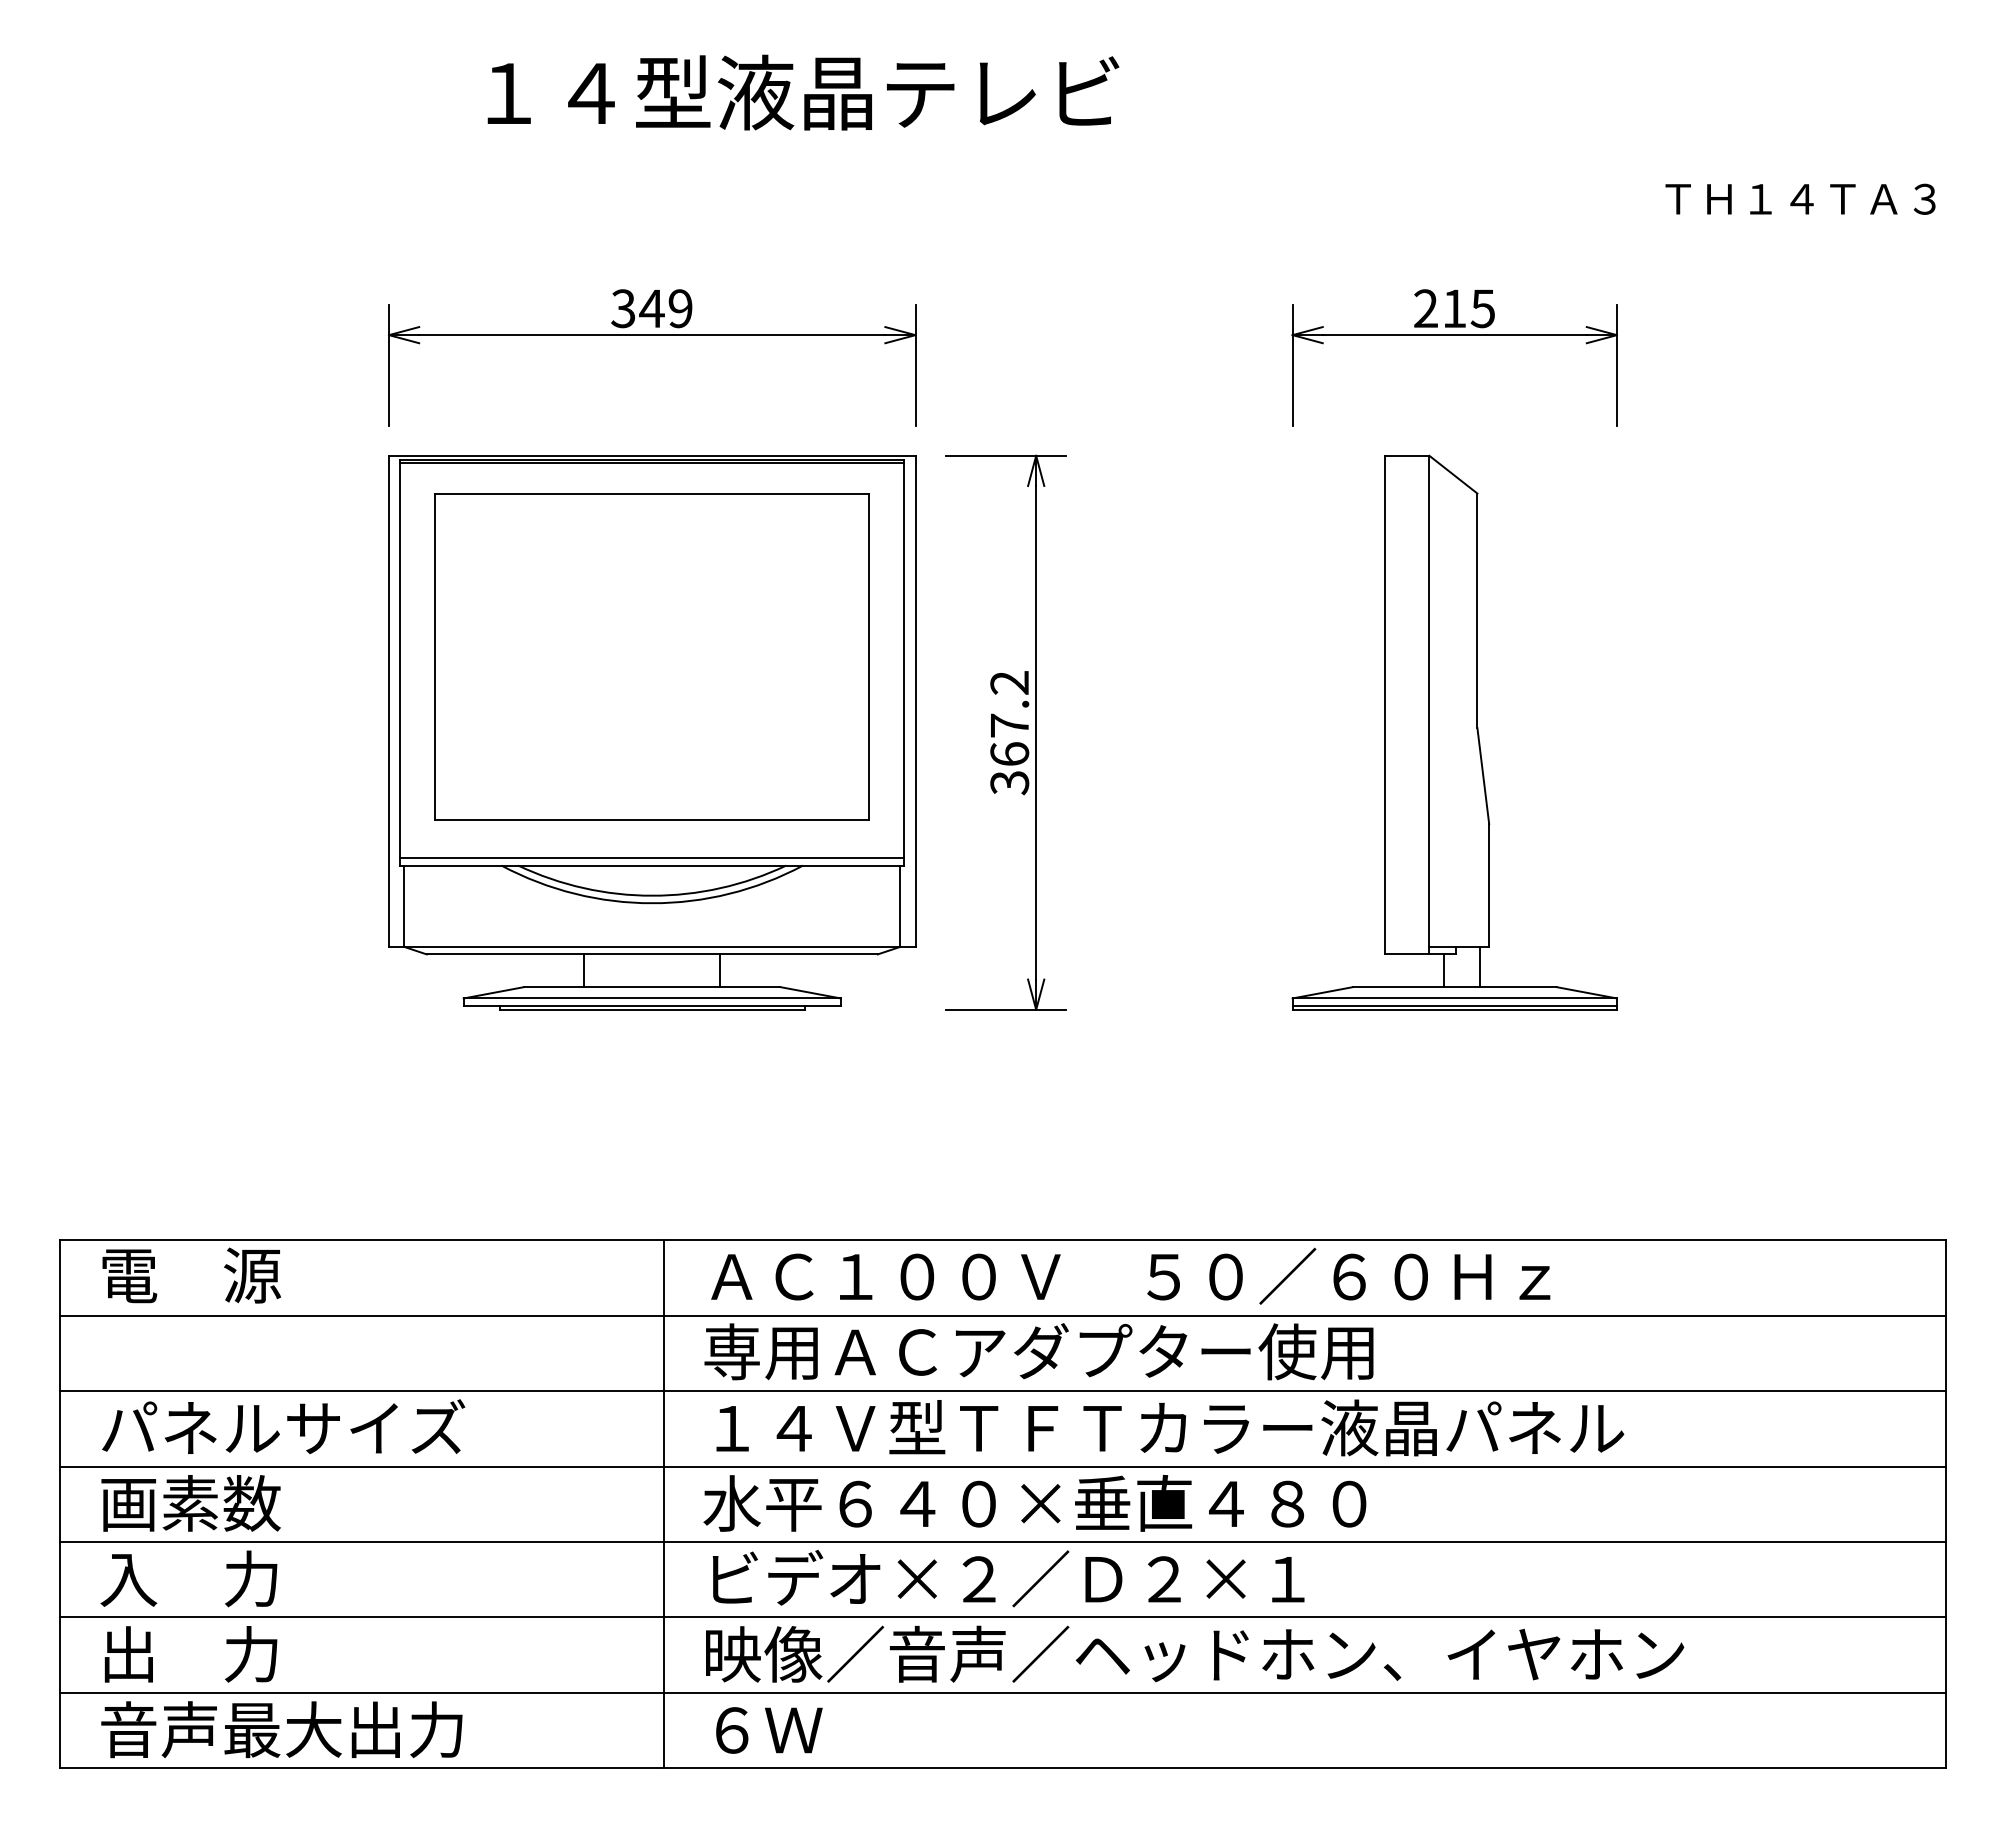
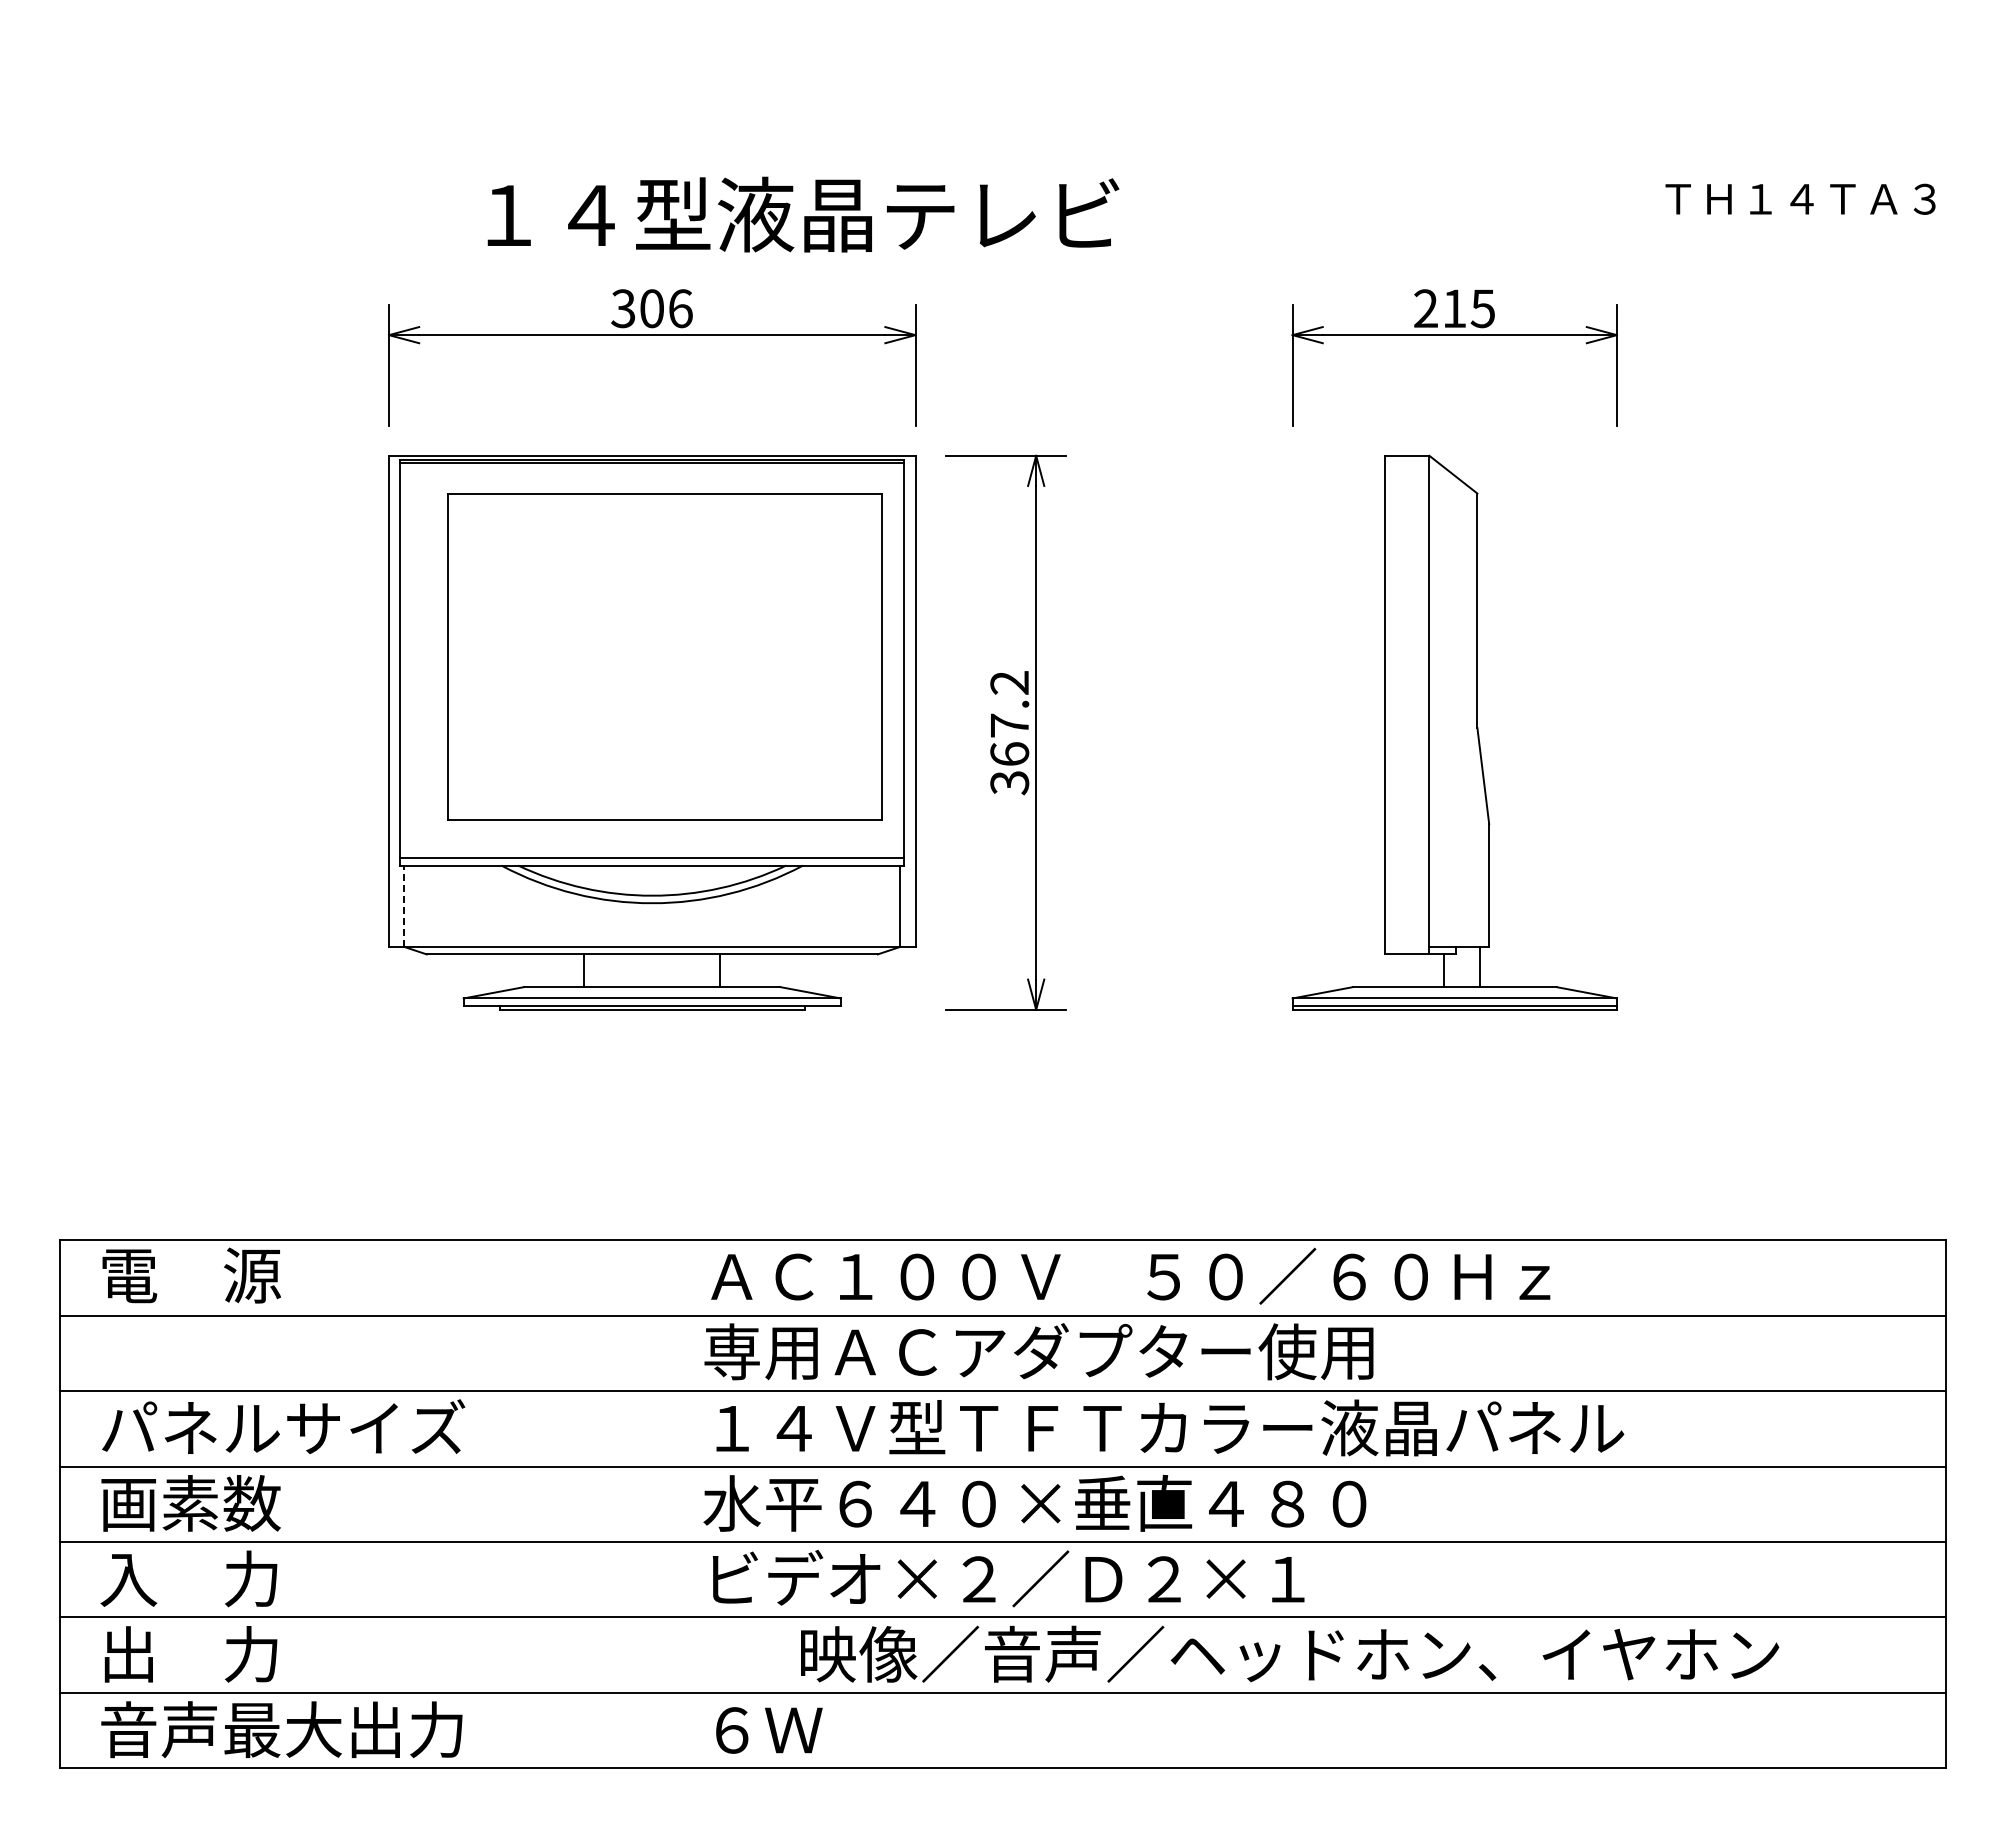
text at (803, 92) position: (803, 92) -> (803, 214)
text at (665, 308): 349 -> 306
part at (651, 656) position: (651, 656) -> (664, 656)
line at (404, 906): solid -> dashed
line at (663, 1504): present -> none
text at (1195, 1653) position: (1195, 1653) -> (1290, 1653)
